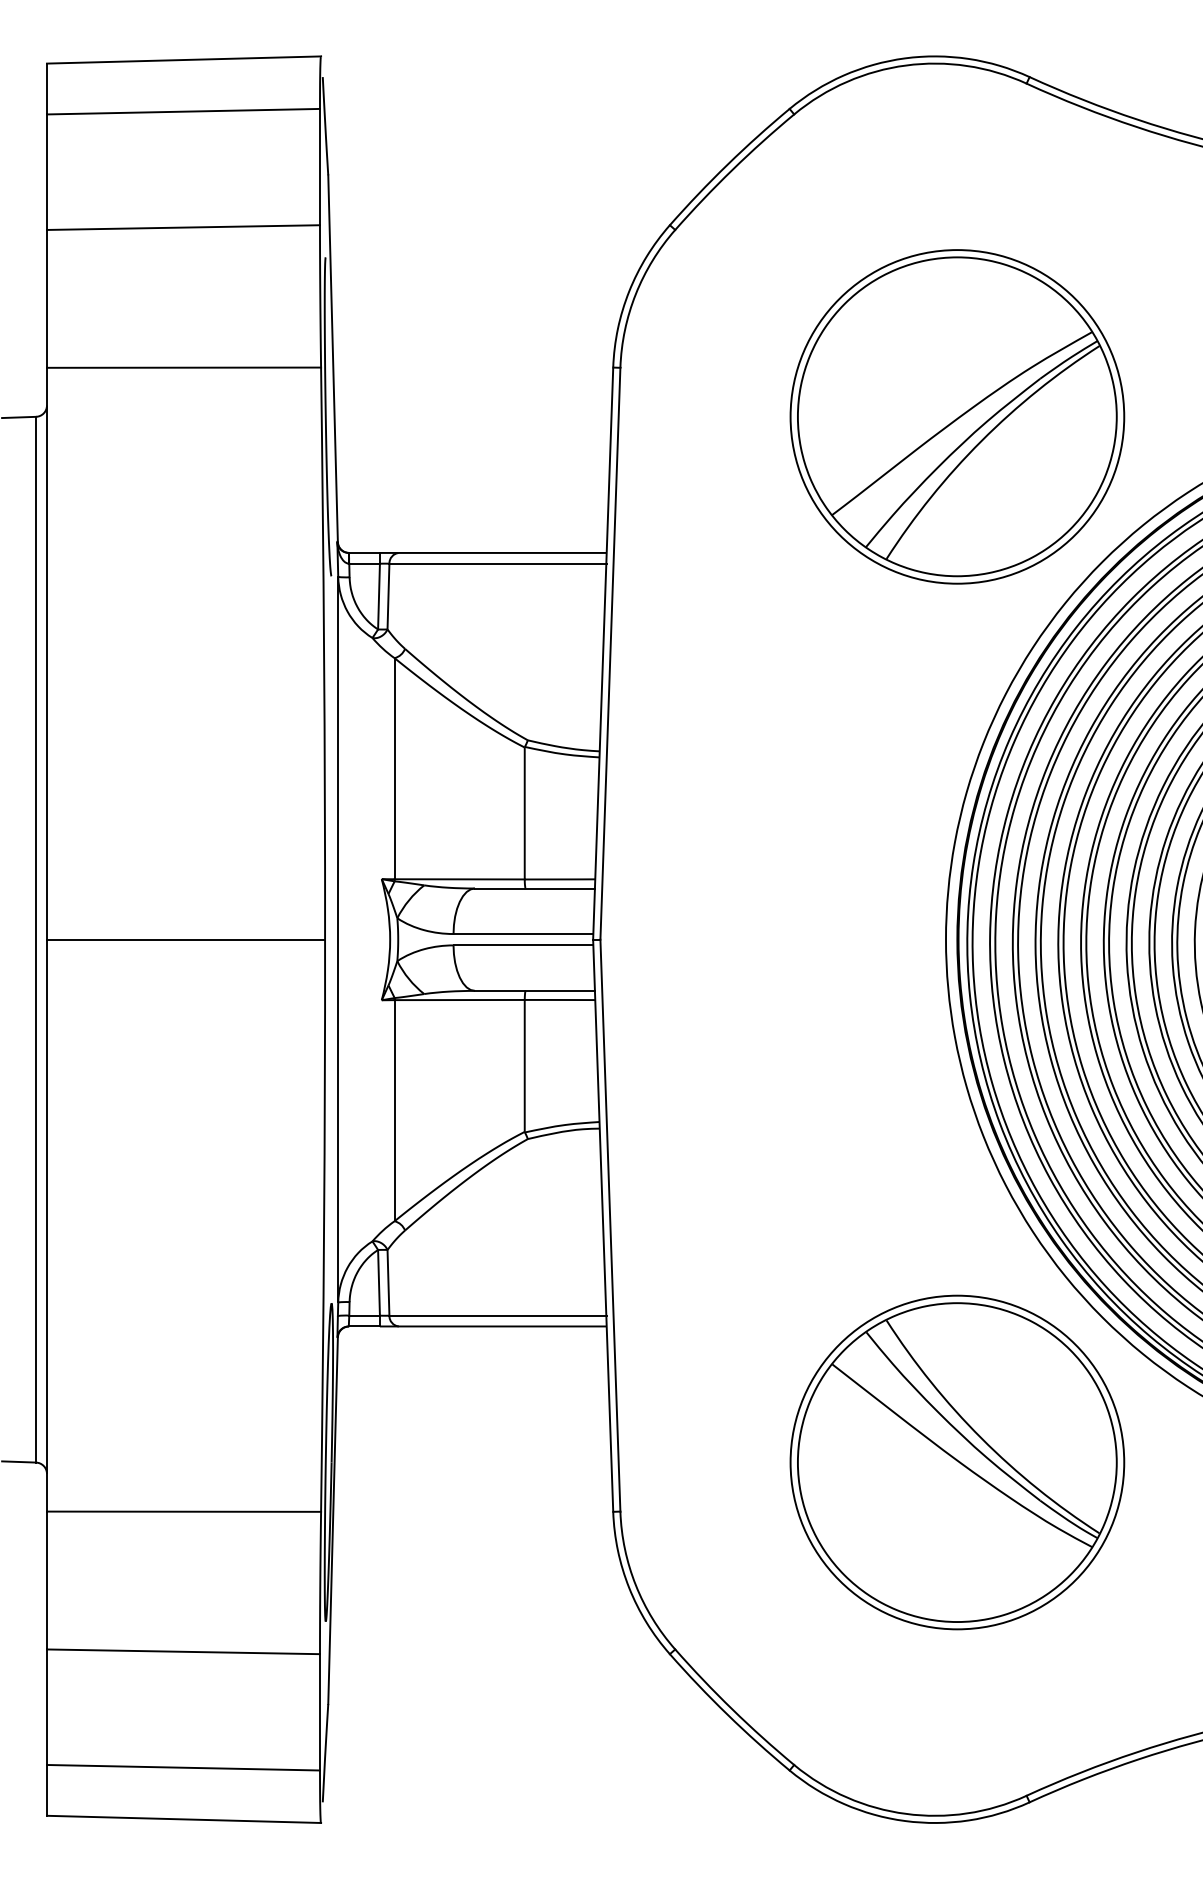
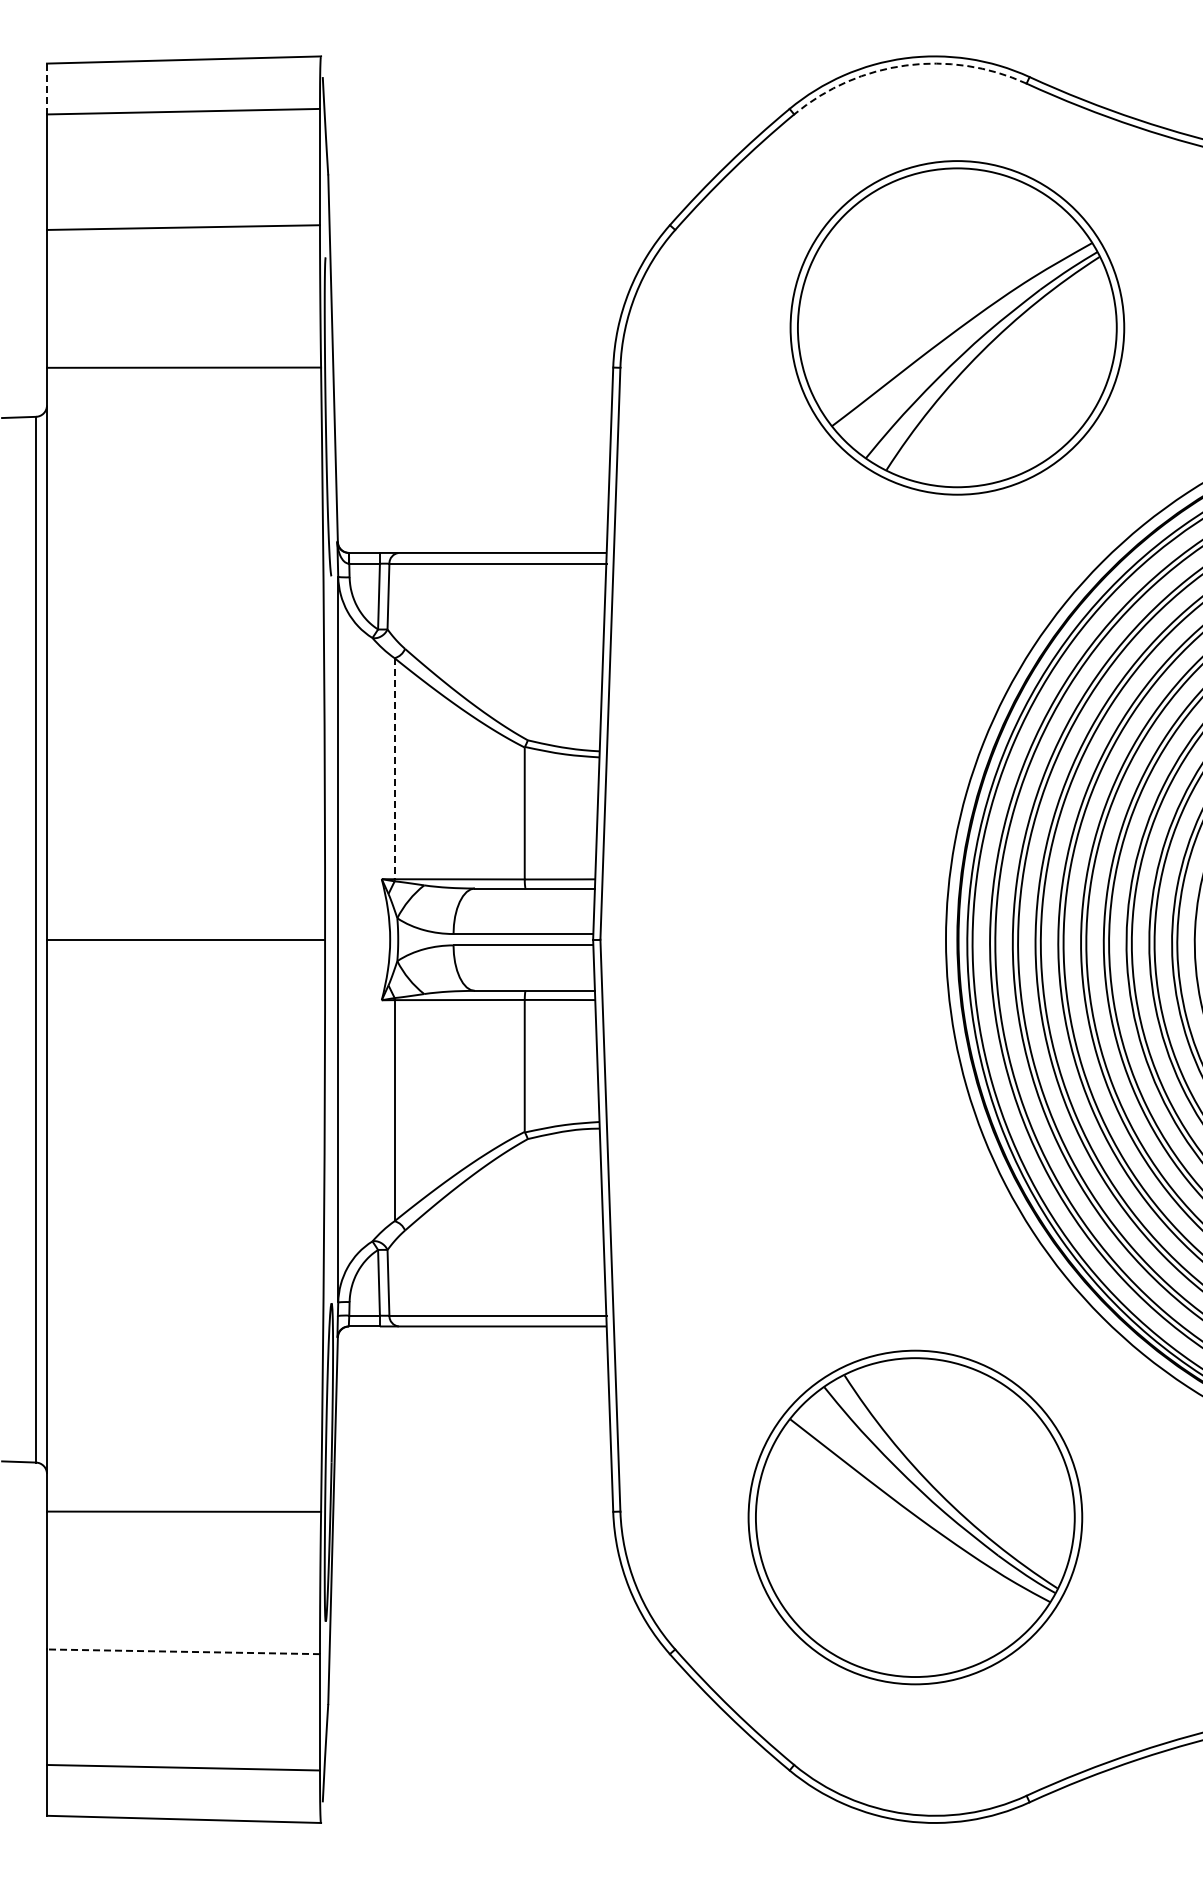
arc at (905, 65): solid -> dashed
line at (47, 89): solid -> dashed
part at (957, 416) position: (957, 416) -> (957, 327)
line at (394, 768): solid -> dashed
part at (957, 1462) position: (957, 1462) -> (915, 1517)
line at (183, 1651): solid -> dashed
